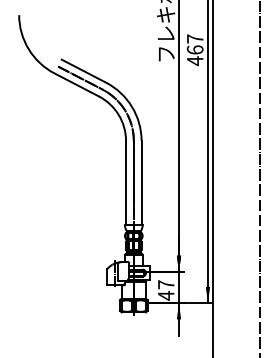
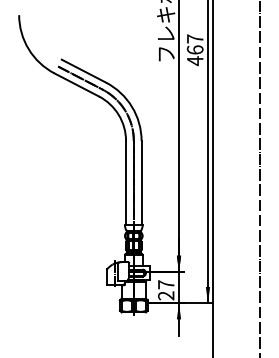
text at (166, 295): 47 -> 27
